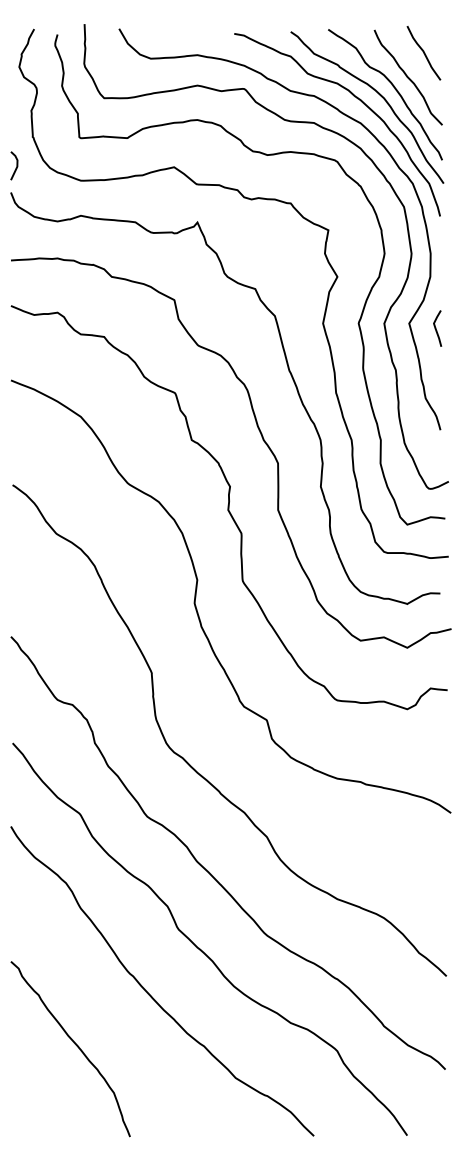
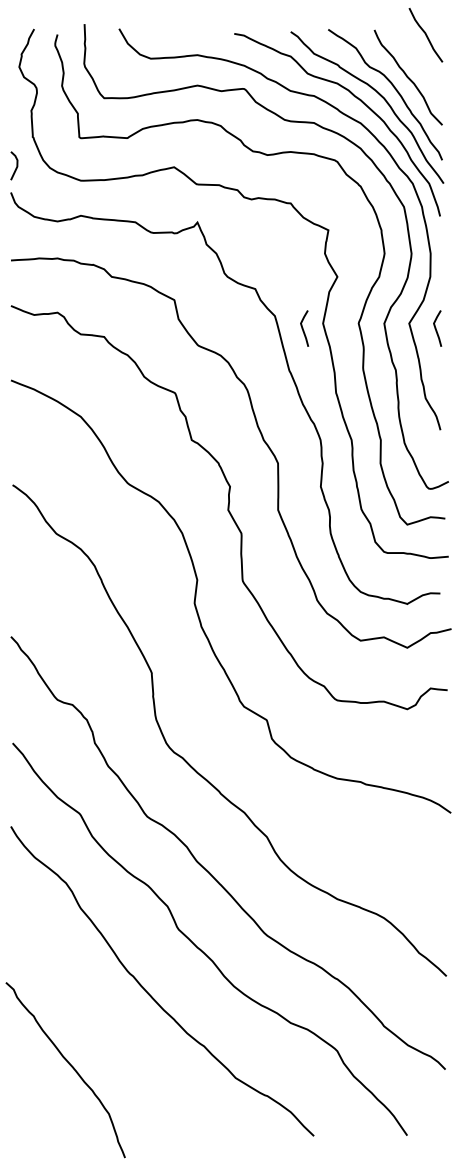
curve at (423, 53) position: (423, 53) -> (425, 35)
curve at (303, 328): none -> present
curve at (74, 1044) position: (74, 1044) -> (69, 1065)
